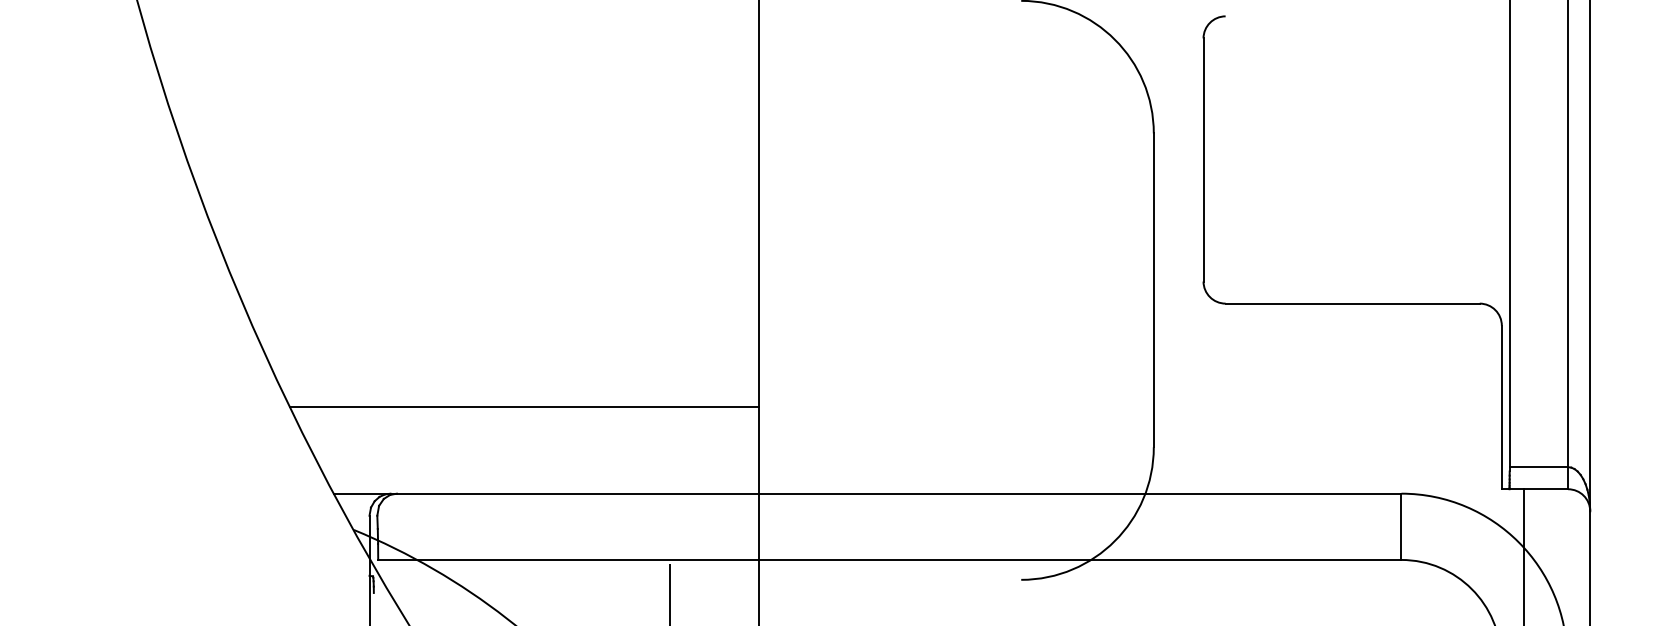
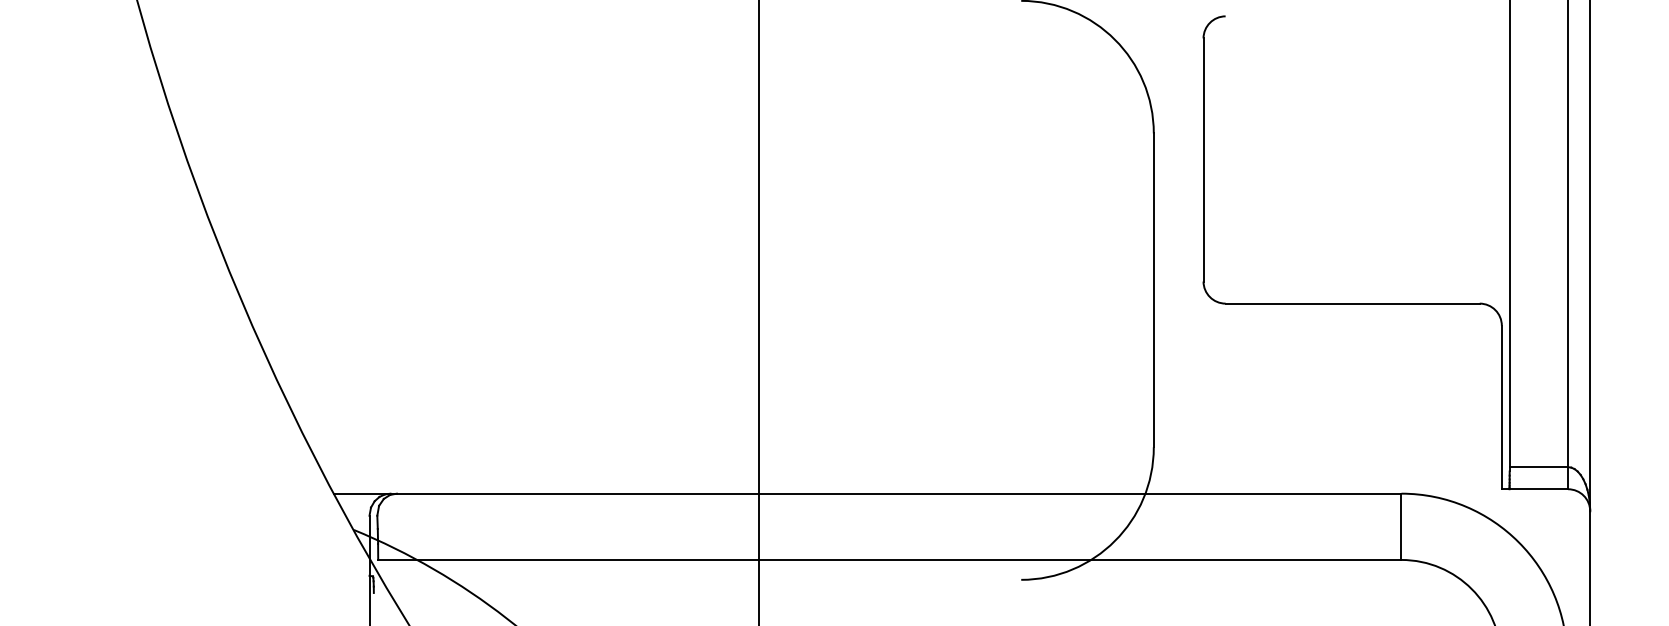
line at (524, 406): present -> none
line at (1523, 555): present -> none
line at (670, 593): present -> none
